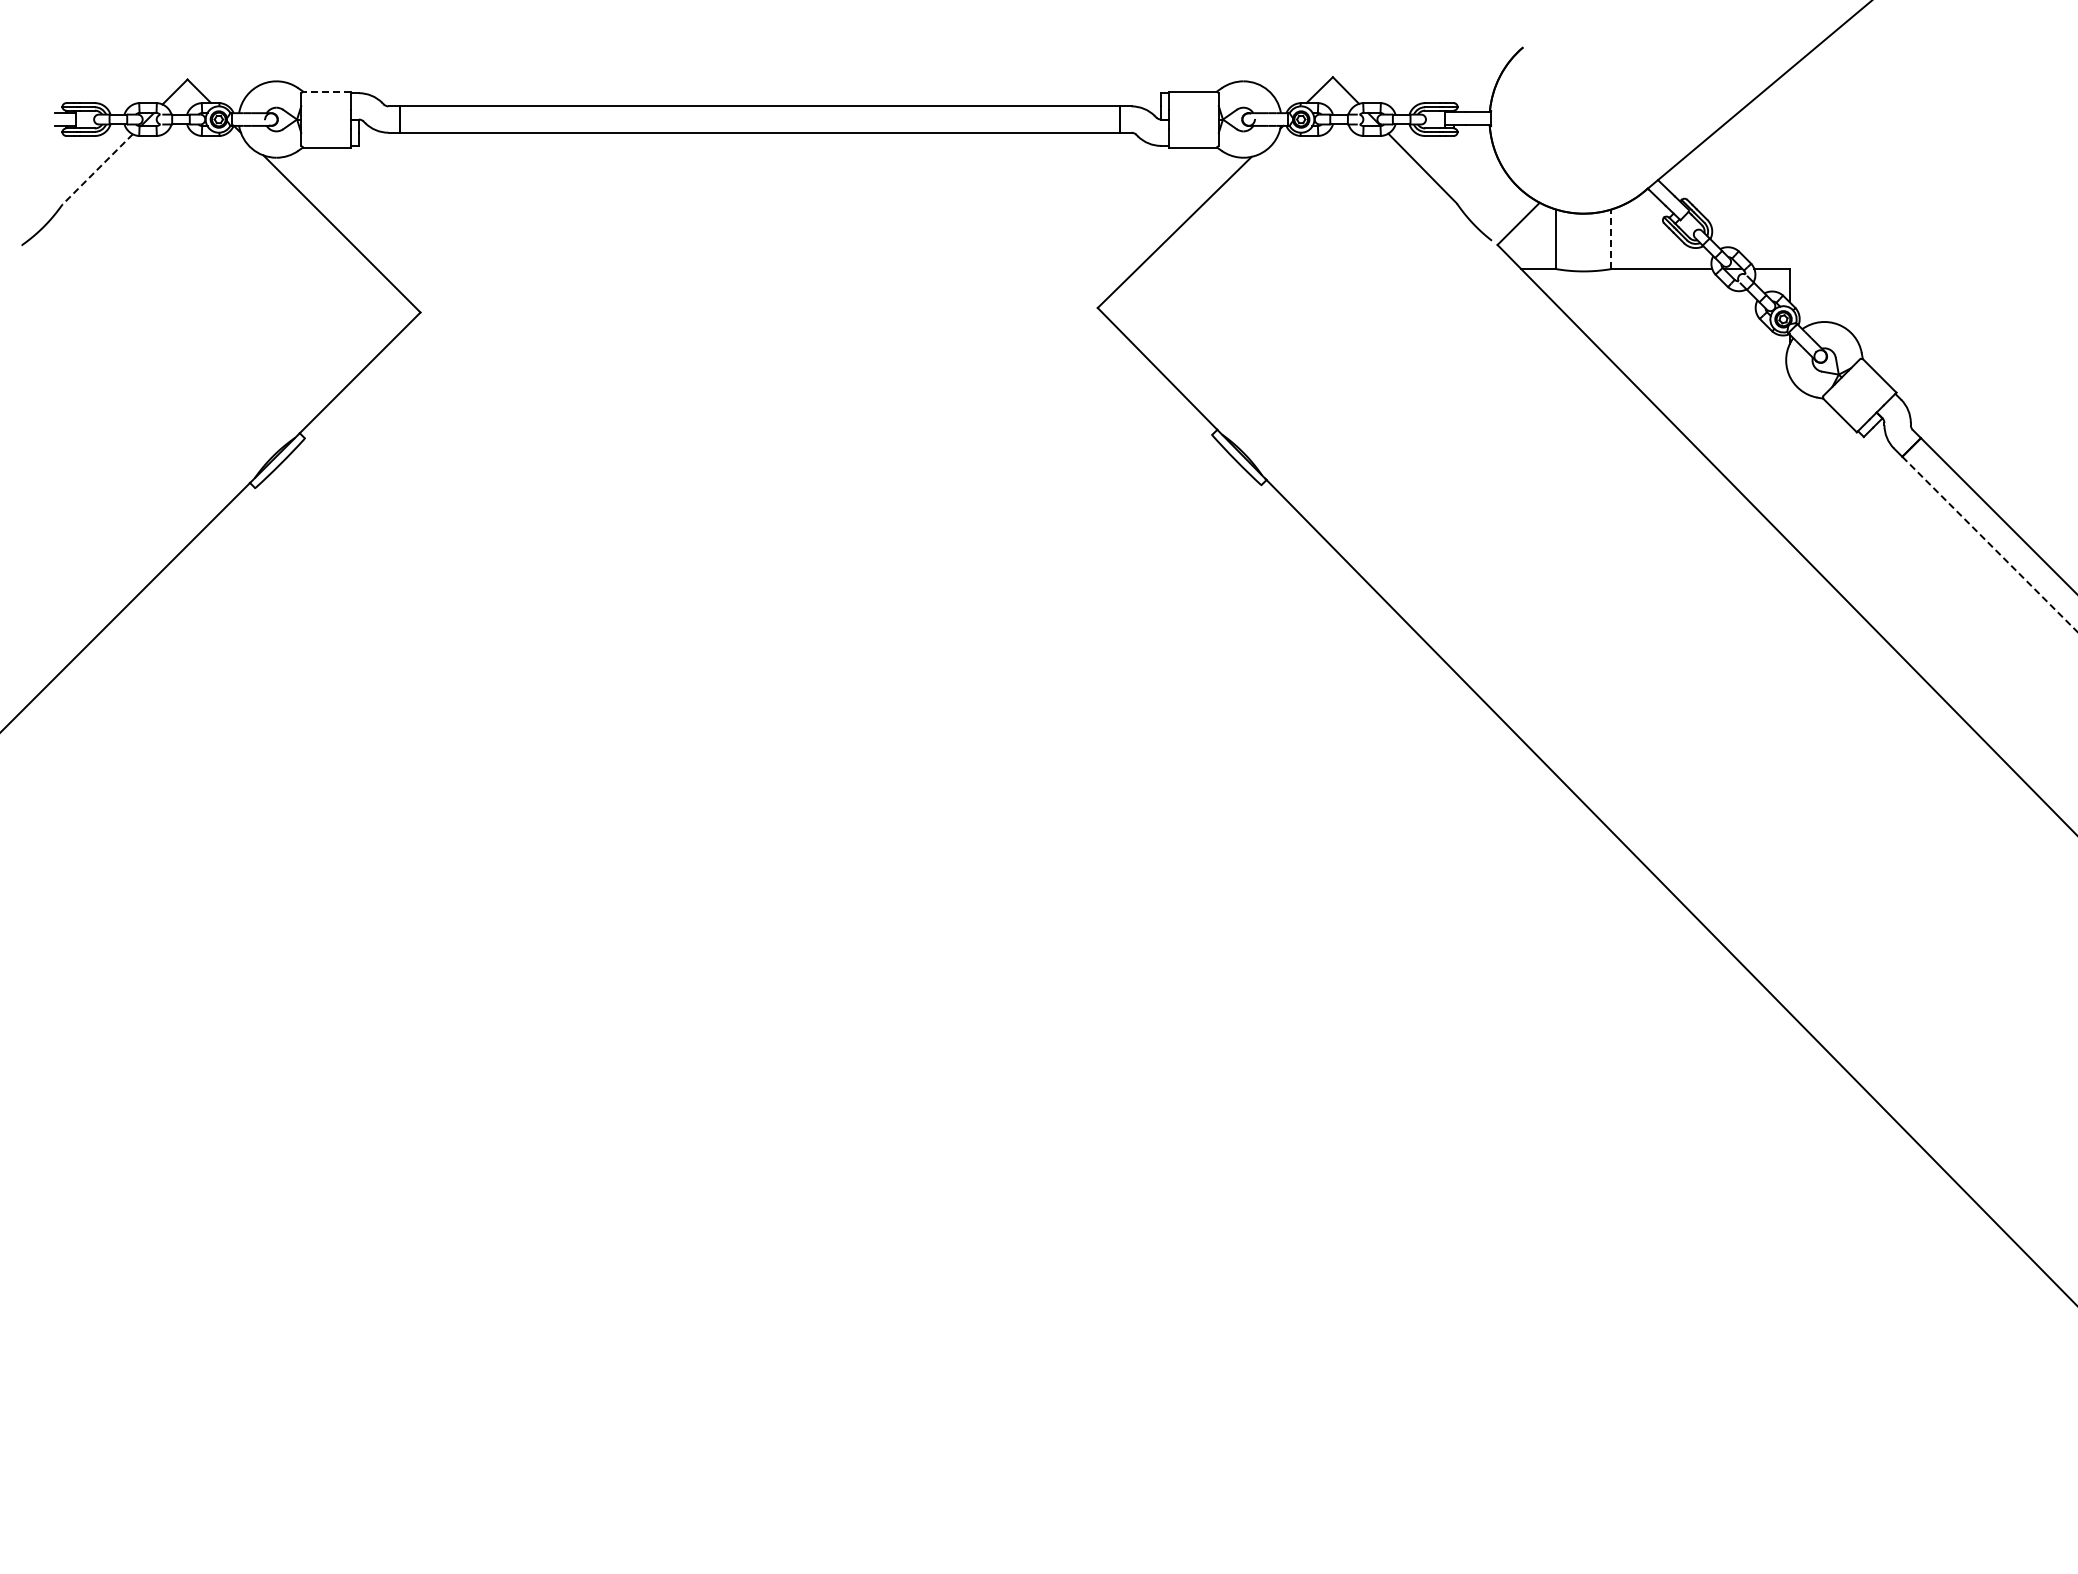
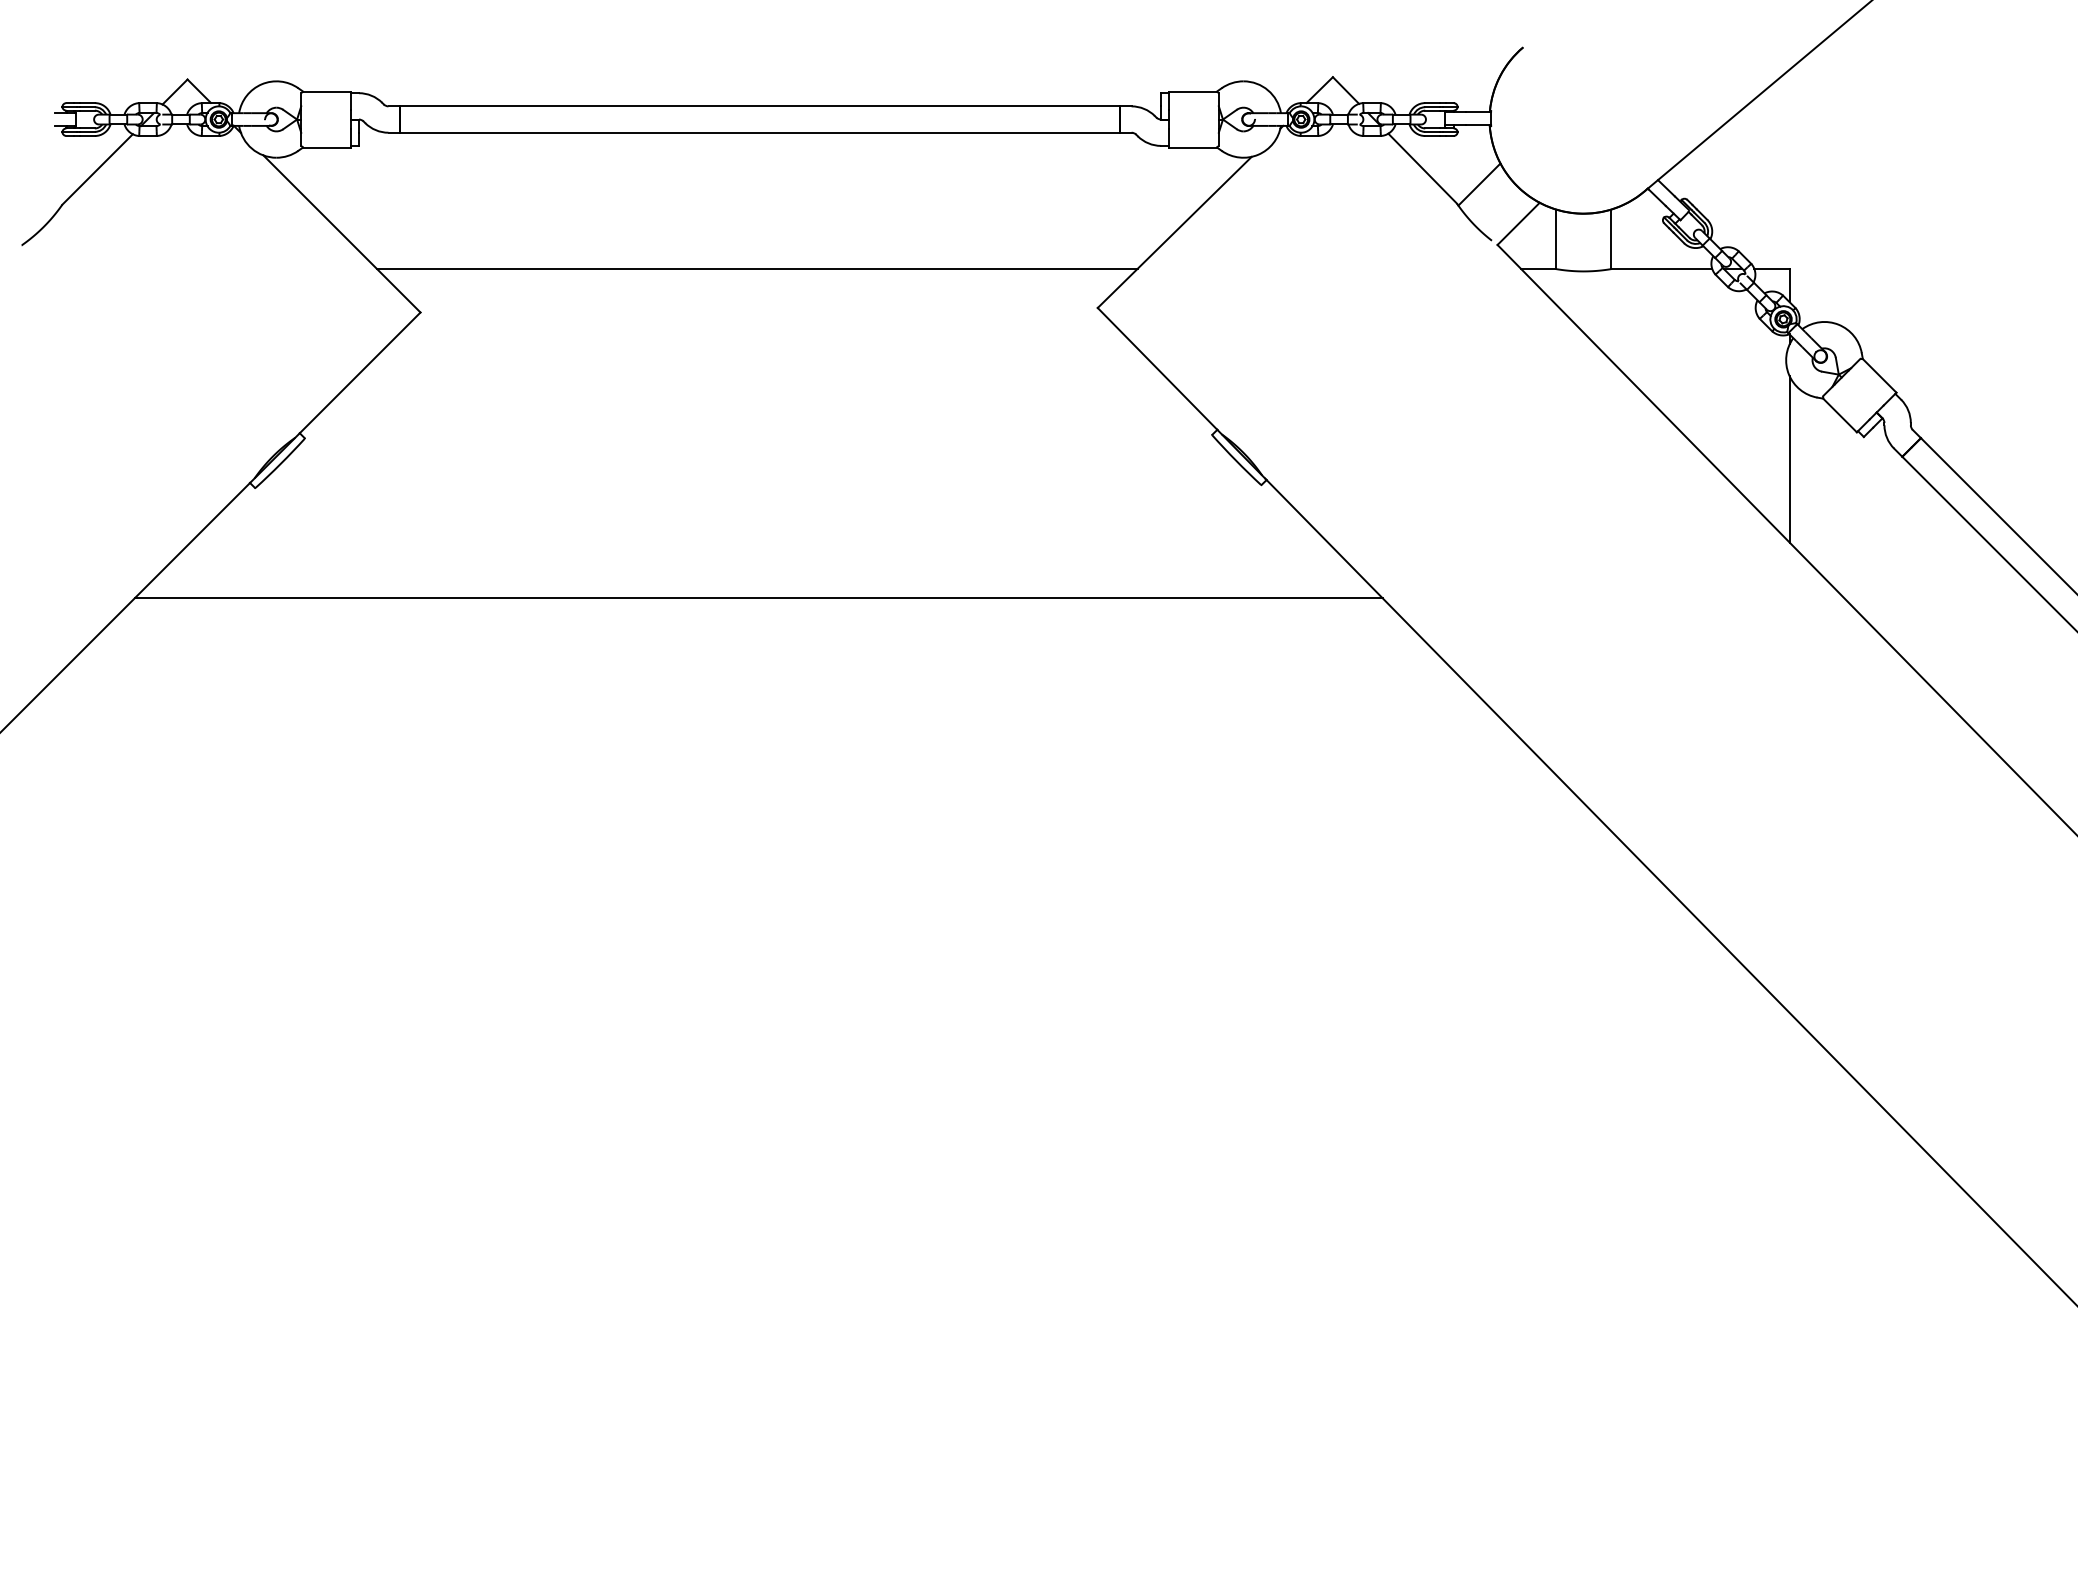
line at (326, 91): dashed -> solid
line at (97, 169): dashed -> solid
line at (1479, 184): none -> present
line at (1611, 239): dashed -> solid
line at (756, 268): none -> present
line at (1789, 459): none -> present
line at (1989, 544): dashed -> solid
line at (758, 598): none -> present
